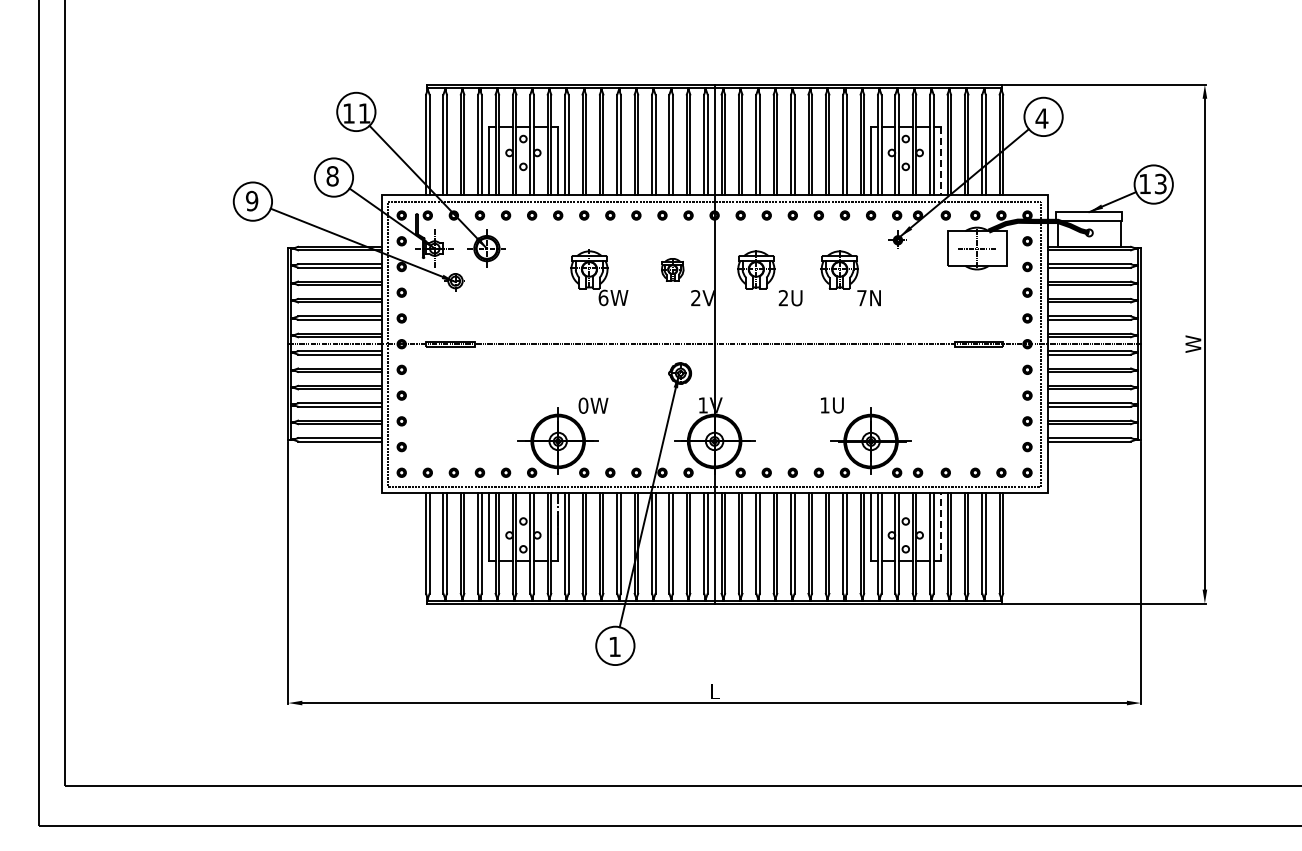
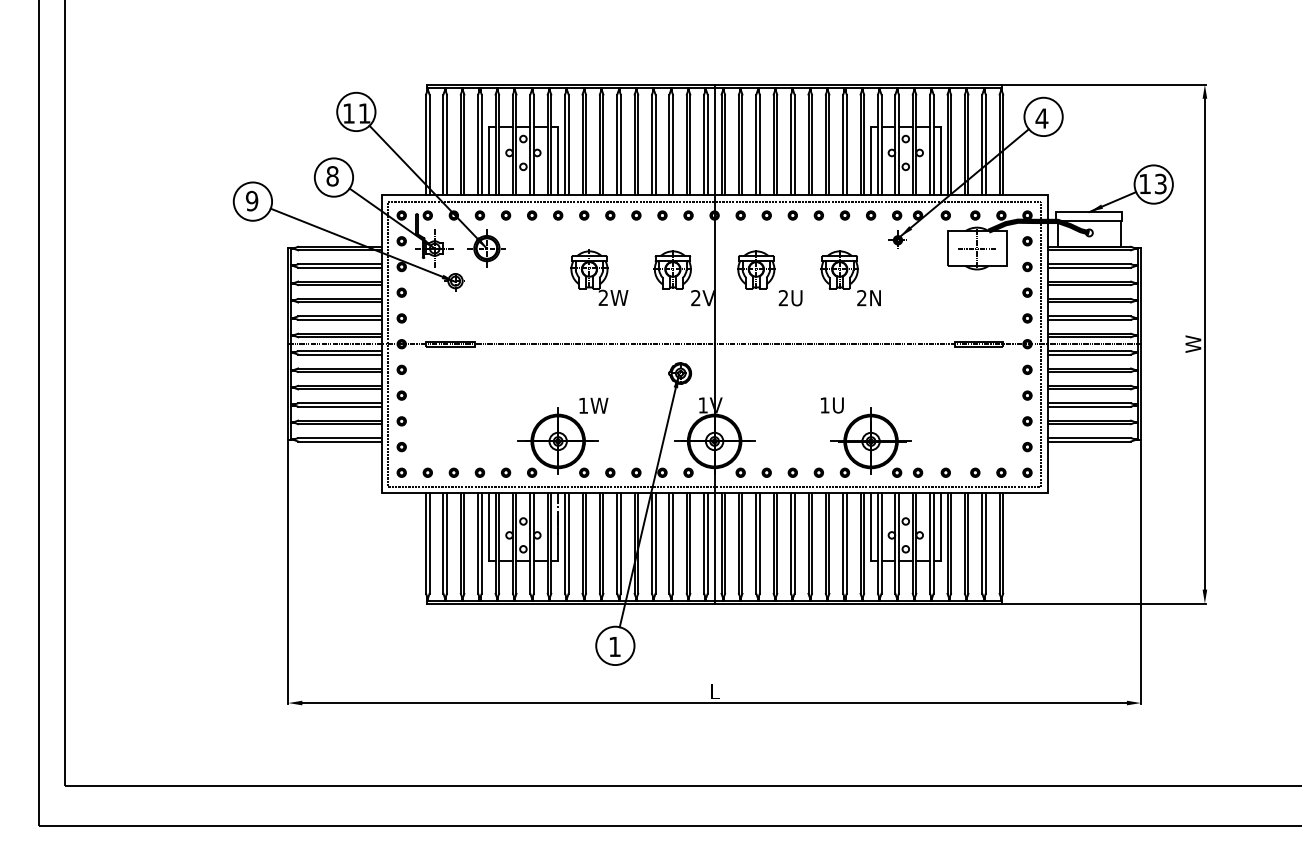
line at (940, 161): dashed -> solid
part at (672, 269) size: 24x24 px -> 39x40 px
text at (603, 297): 6W -> 2W
text at (861, 298): 7N -> 2N
text at (583, 405): 0W -> 1W
line at (940, 526): dashed -> solid
